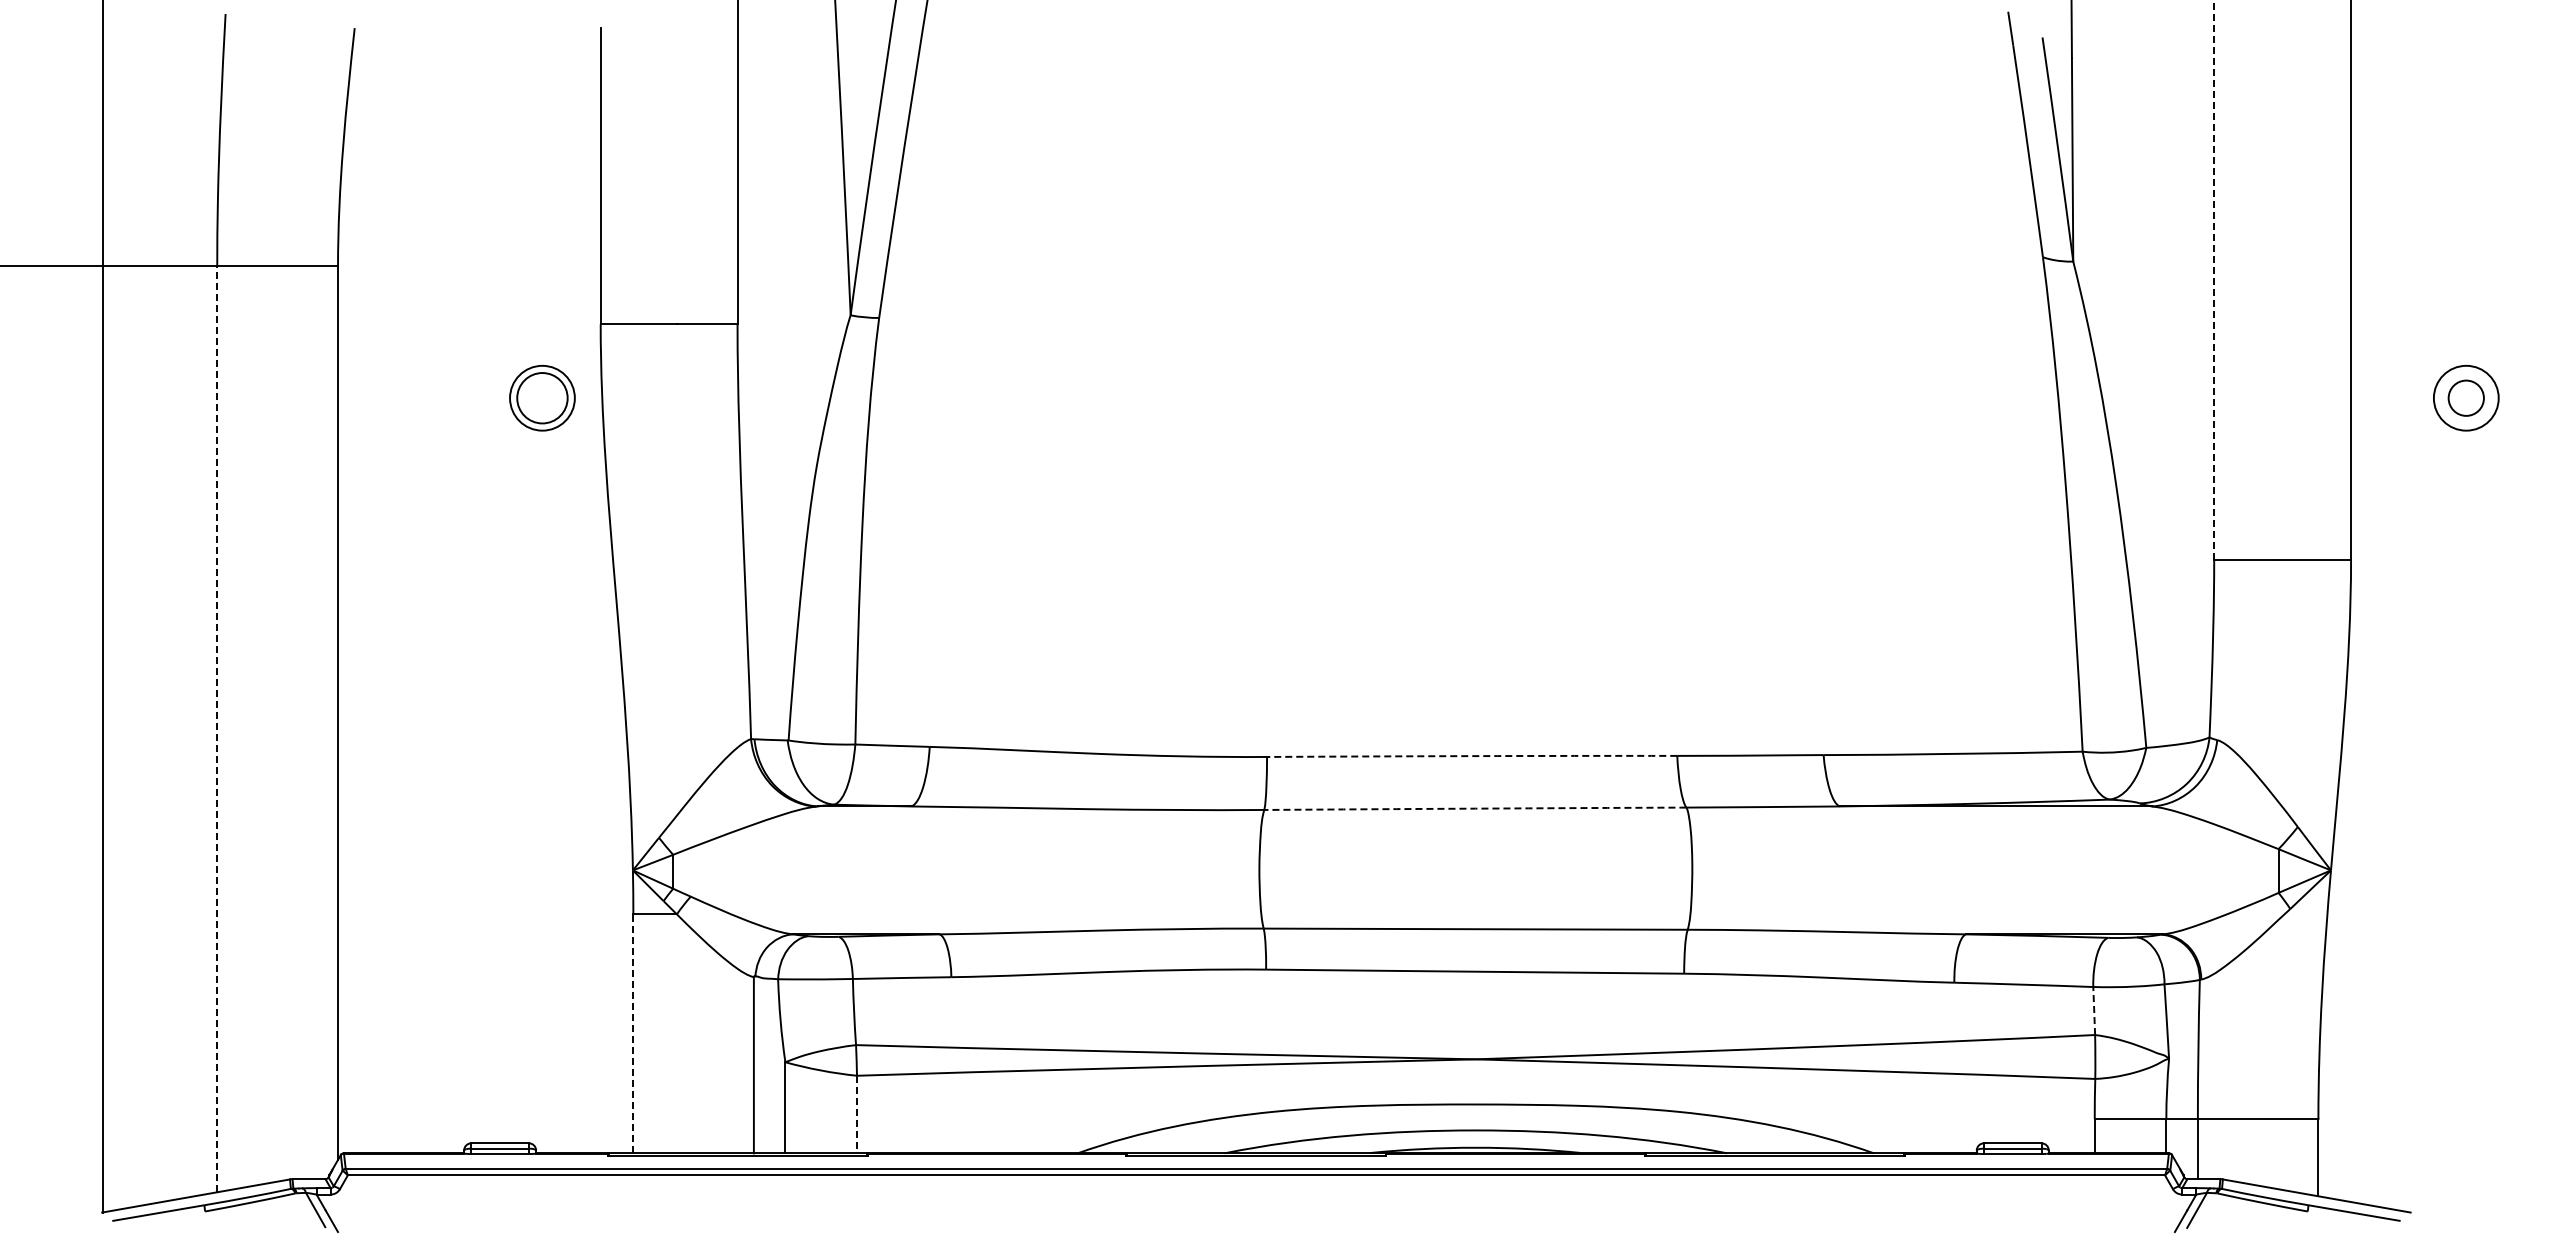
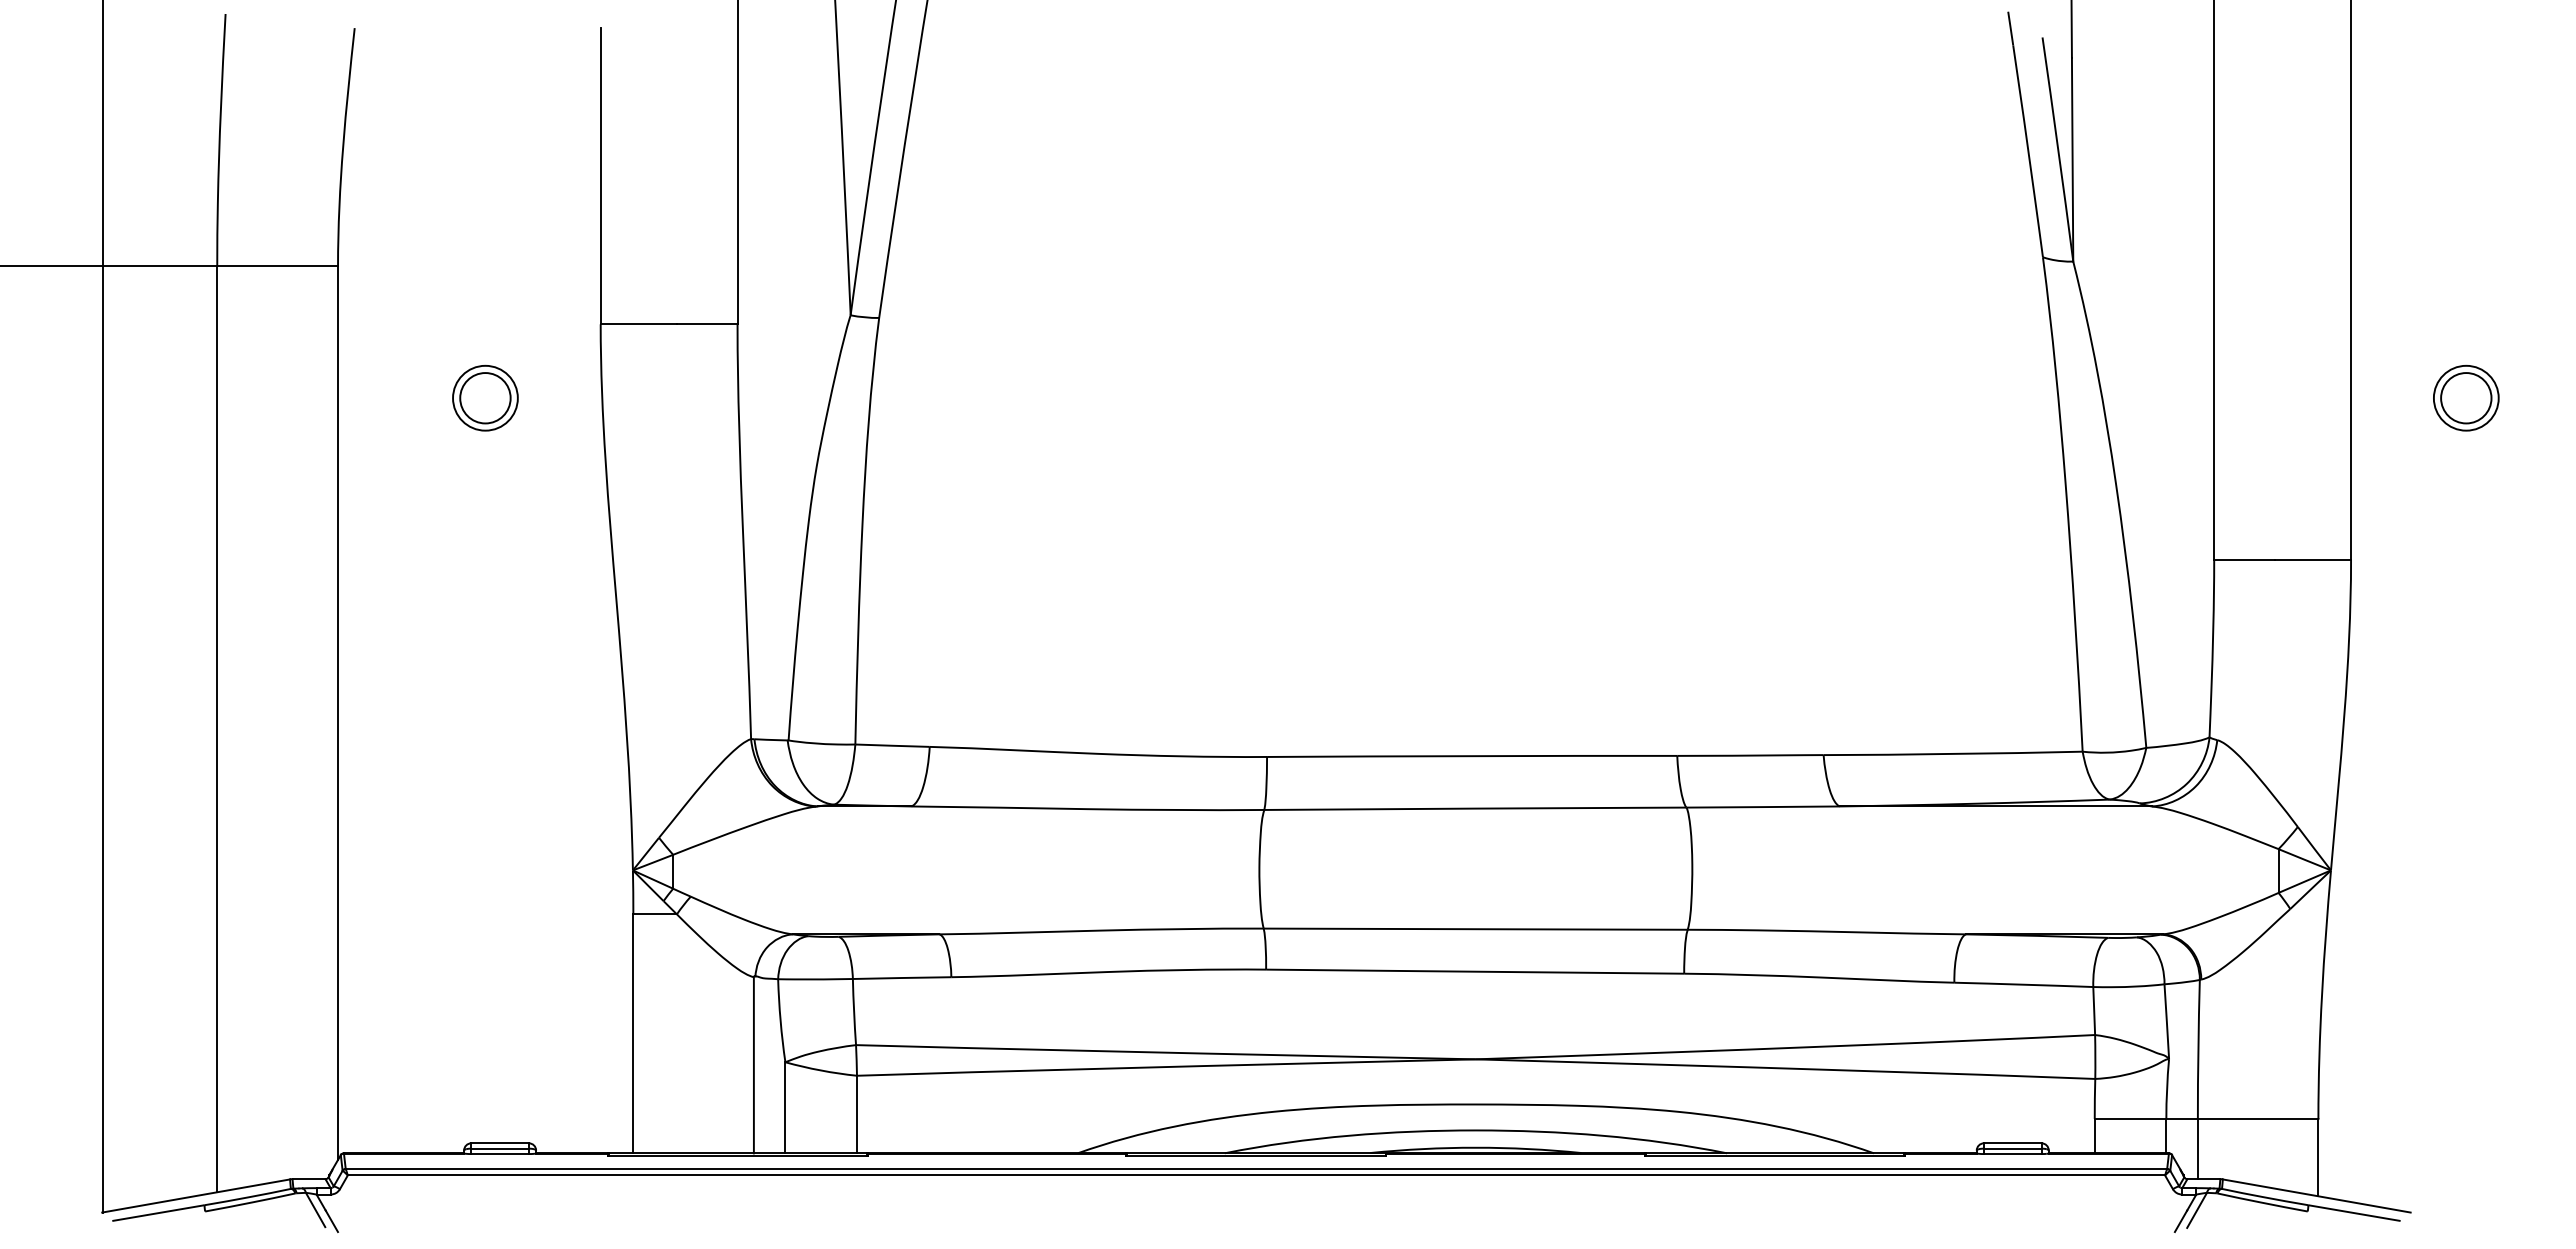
line at (2214, 280): dashed -> solid
part at (542, 397) position: (542, 397) -> (485, 397)
circle at (2465, 397) diameter: 35 px -> 50 px
line at (217, 729): dashed -> solid
arc at (1472, 756): dashed -> solid
arc at (1475, 808): dashed -> solid
arc at (2094, 1011): dashed -> solid
line at (633, 1033): dashed -> solid
line at (857, 1114): dashed -> solid
